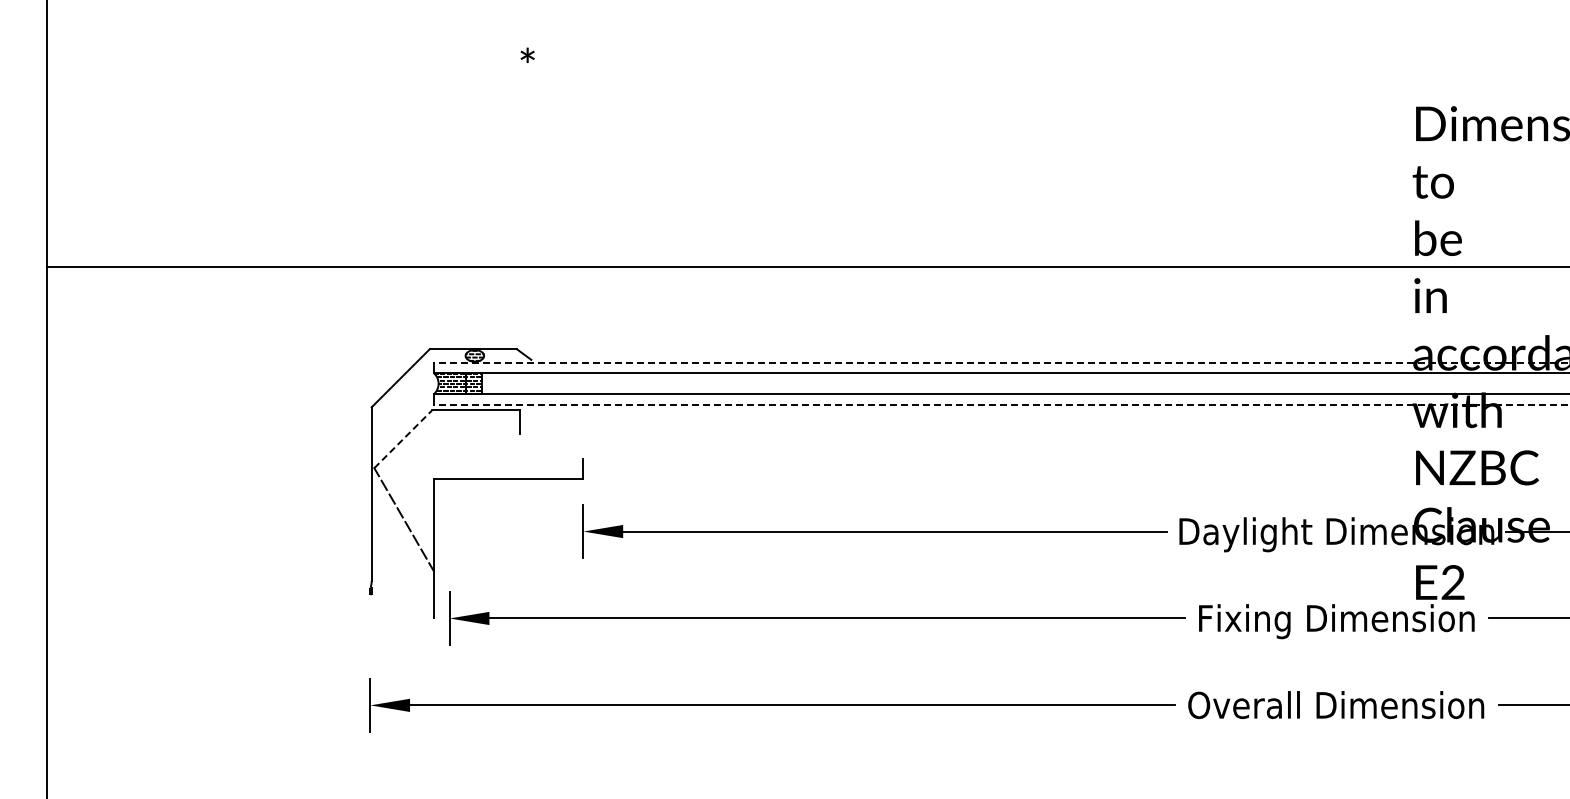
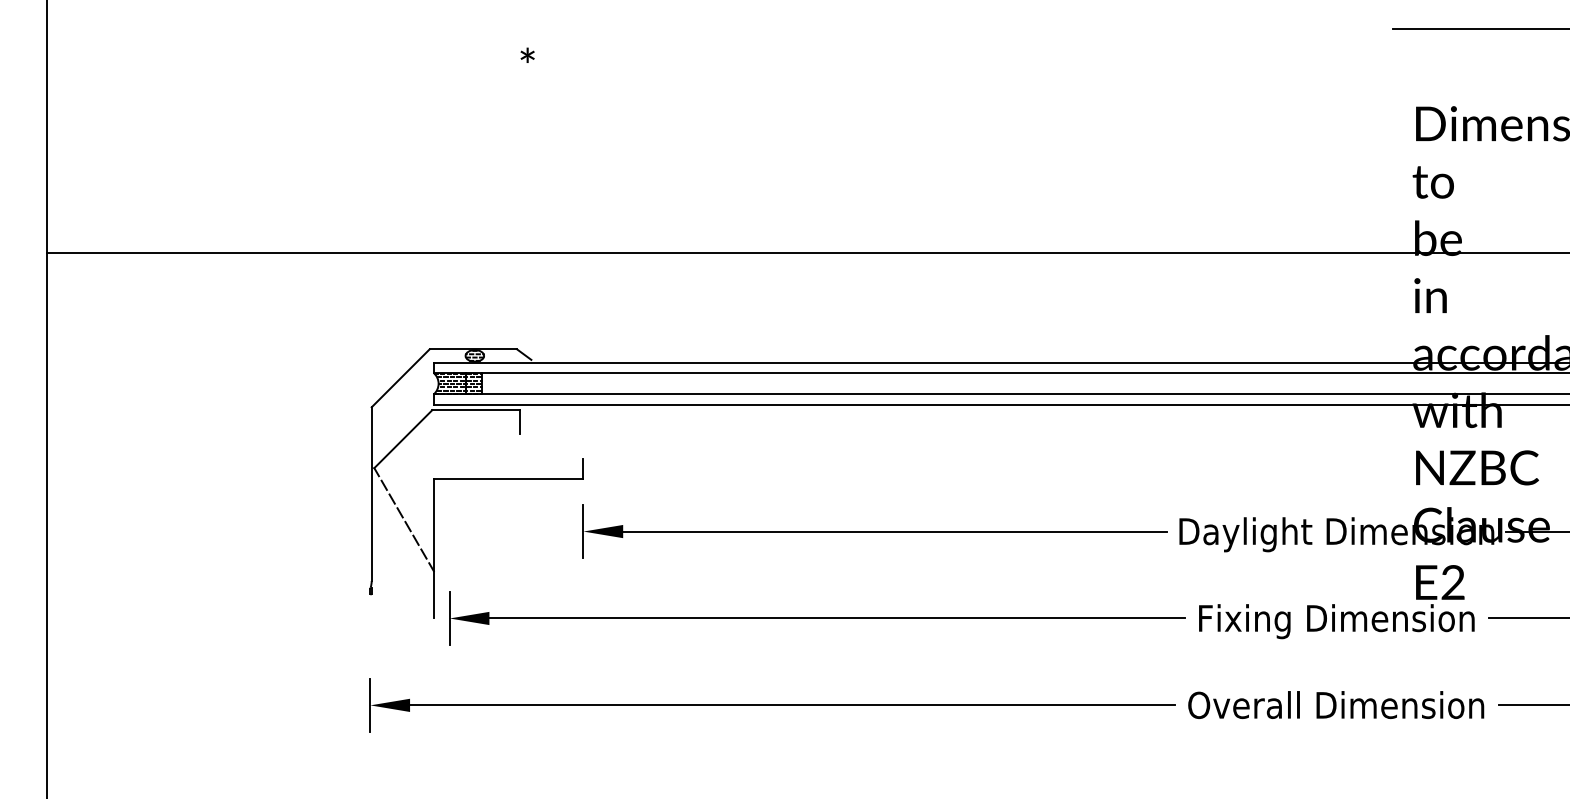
line at (1479, 29): none -> present
line at (806, 266) position: (806, 266) -> (806, 252)
line at (1001, 362): dashed -> solid
line at (1001, 404): dashed -> solid
line at (403, 438): dashed -> solid
